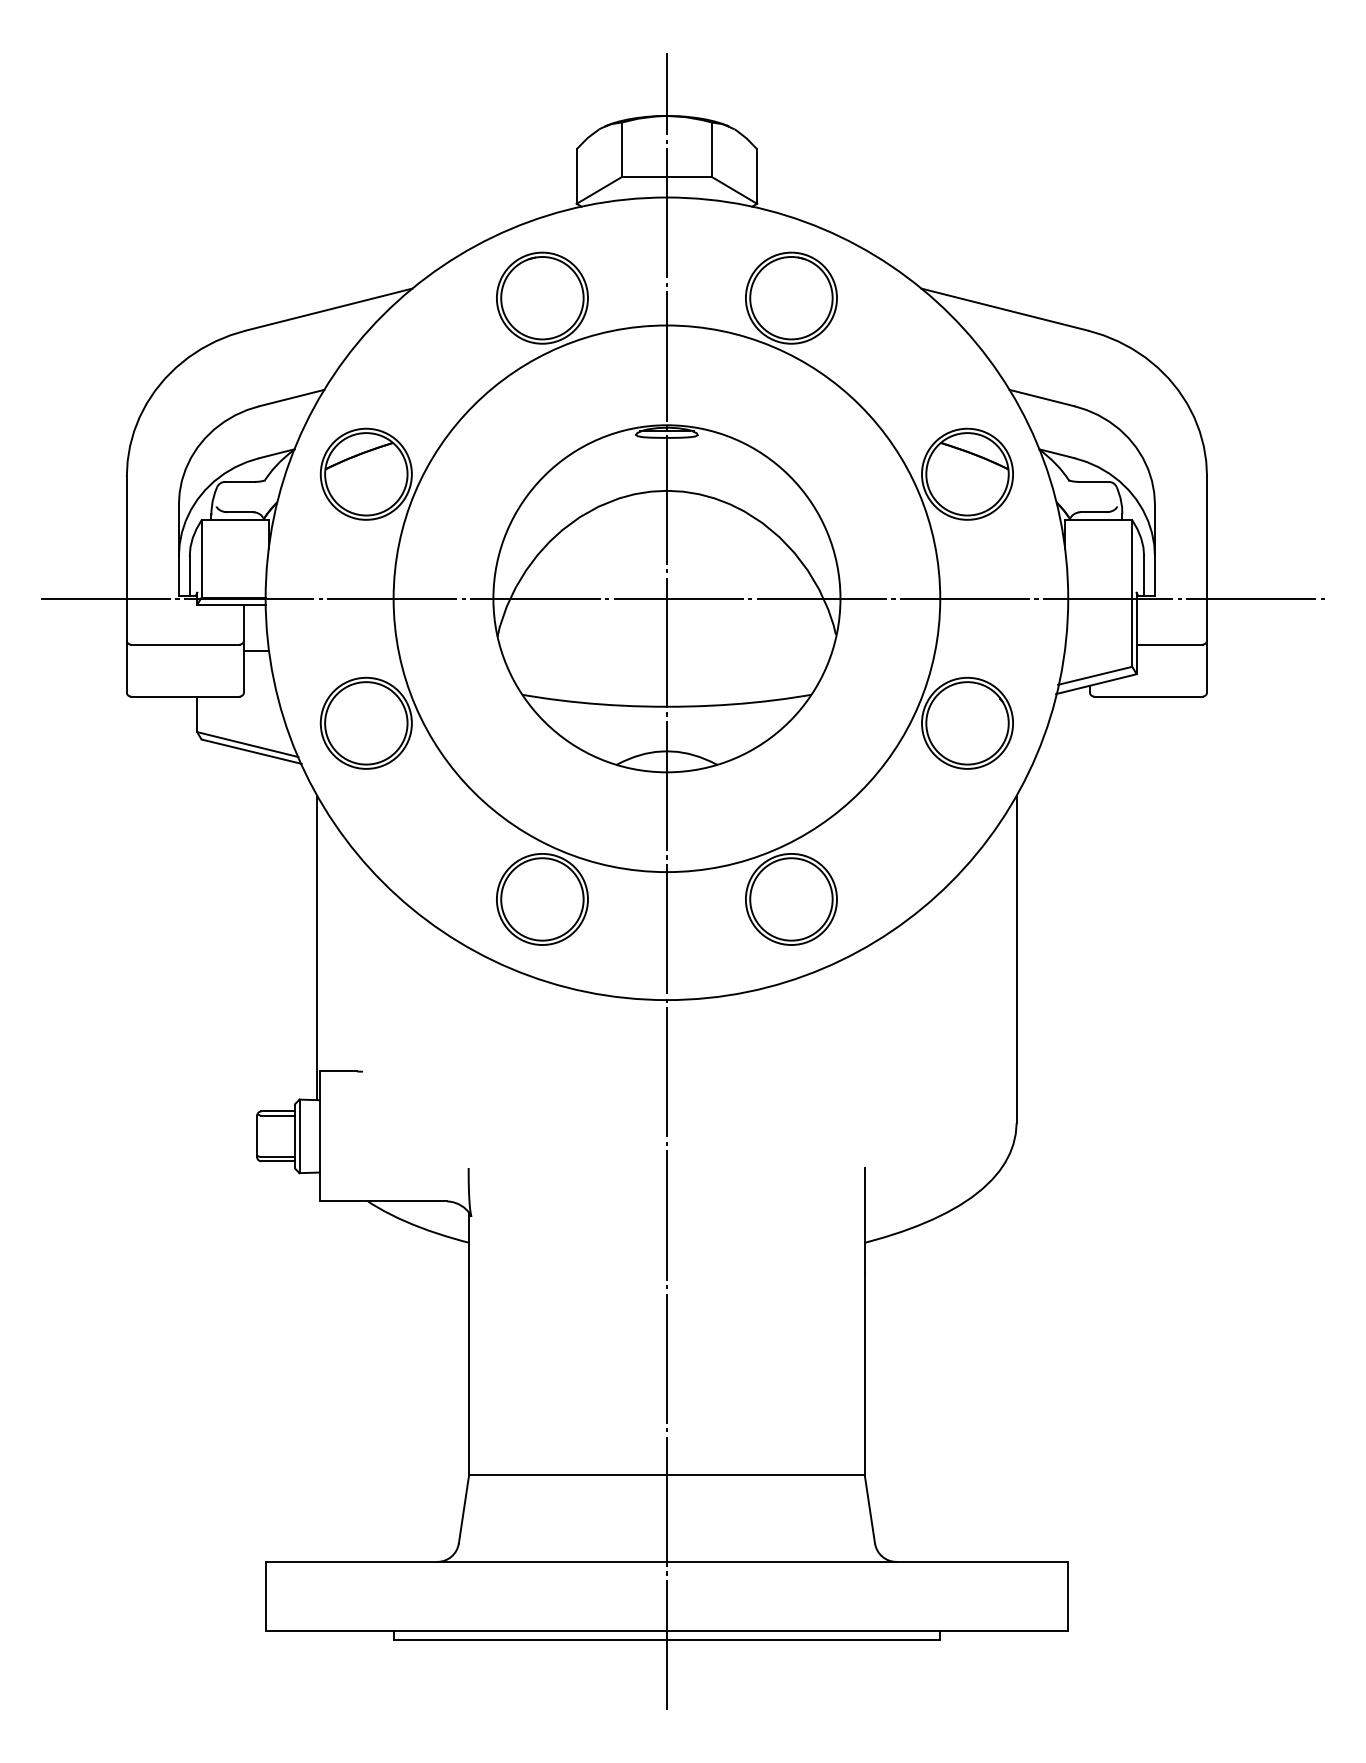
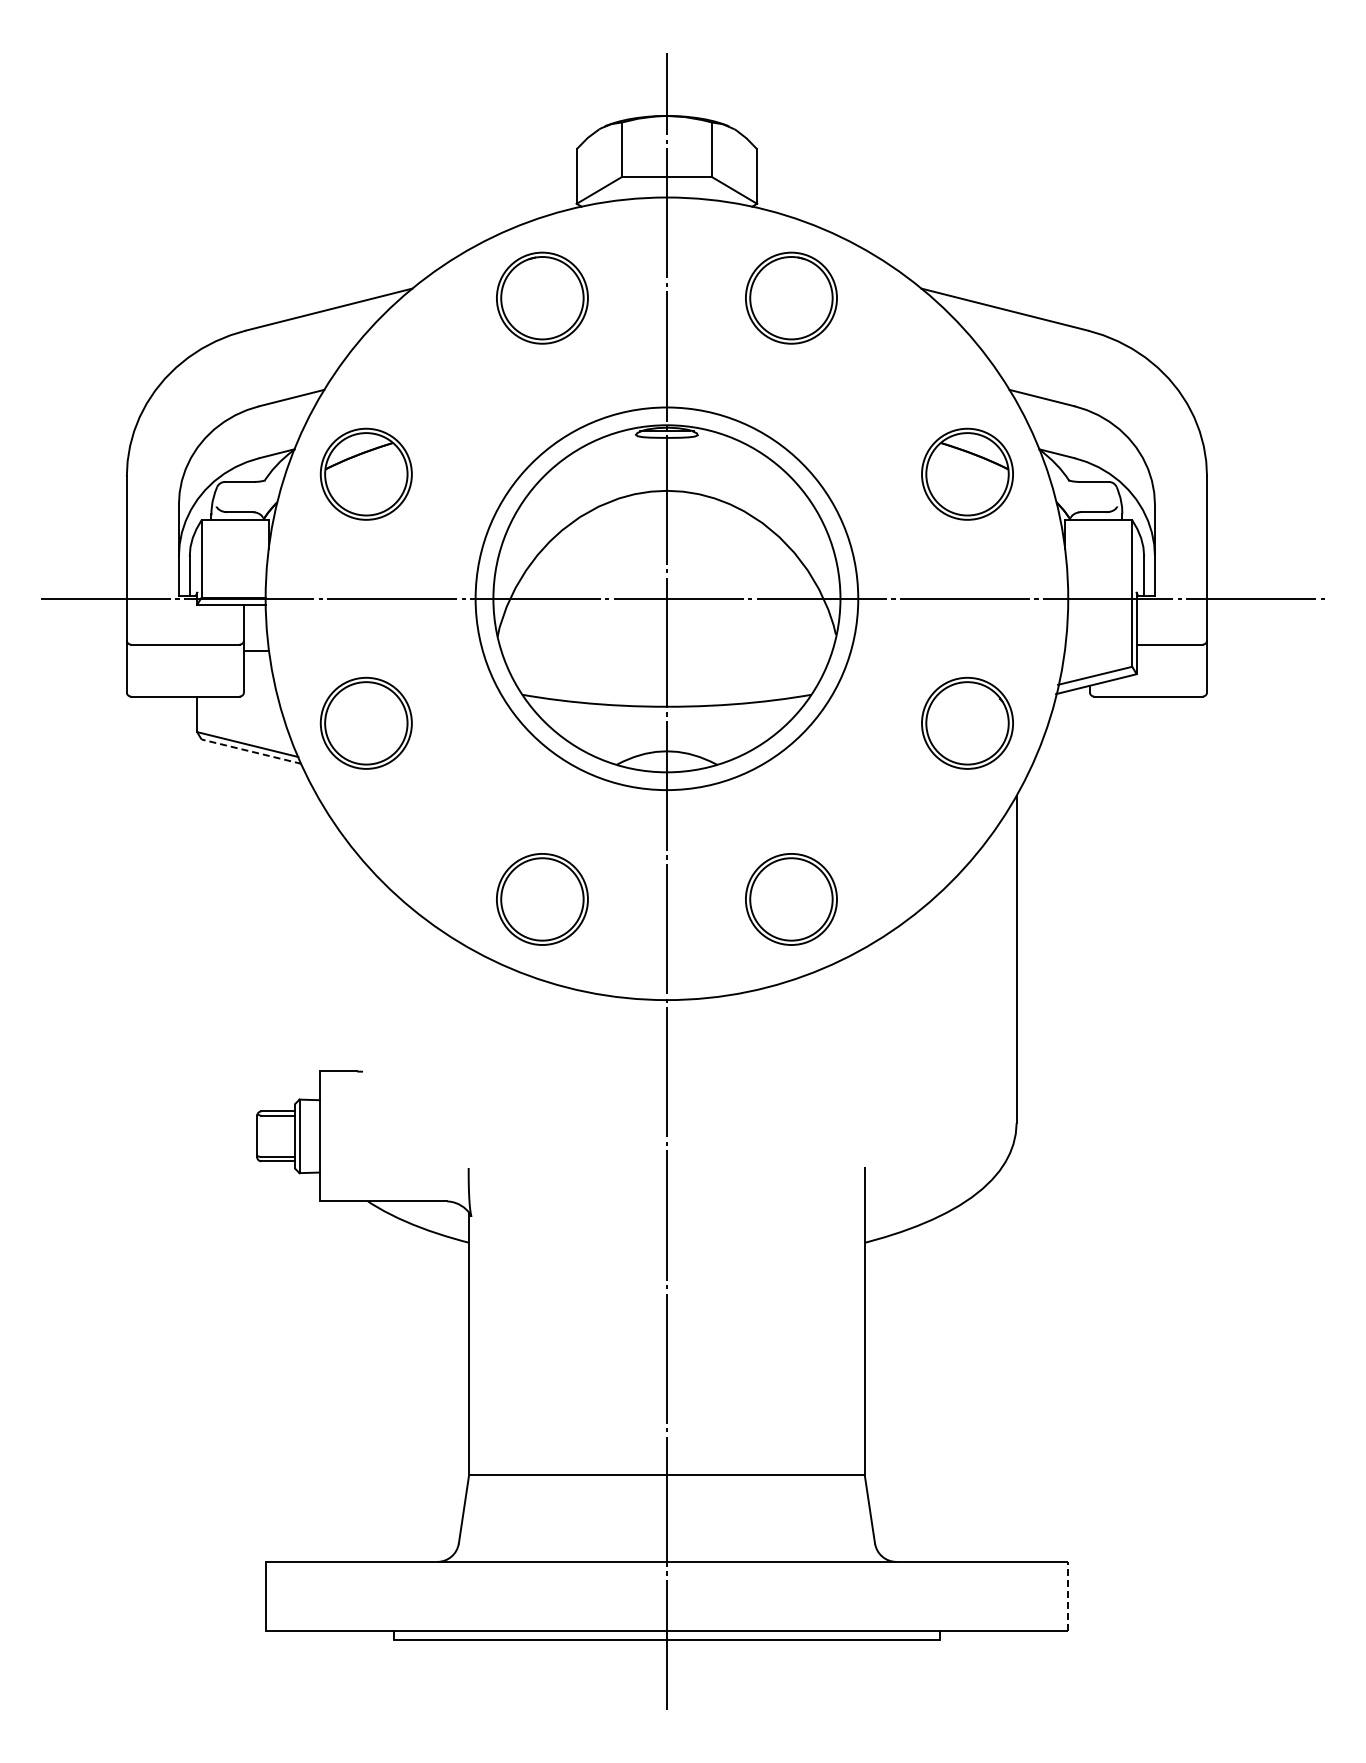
circle at (666, 598) diameter: 547 px -> 383 px
line at (251, 751): solid -> dashed
line at (317, 947): present -> none
line at (1068, 1596): solid -> dashed
